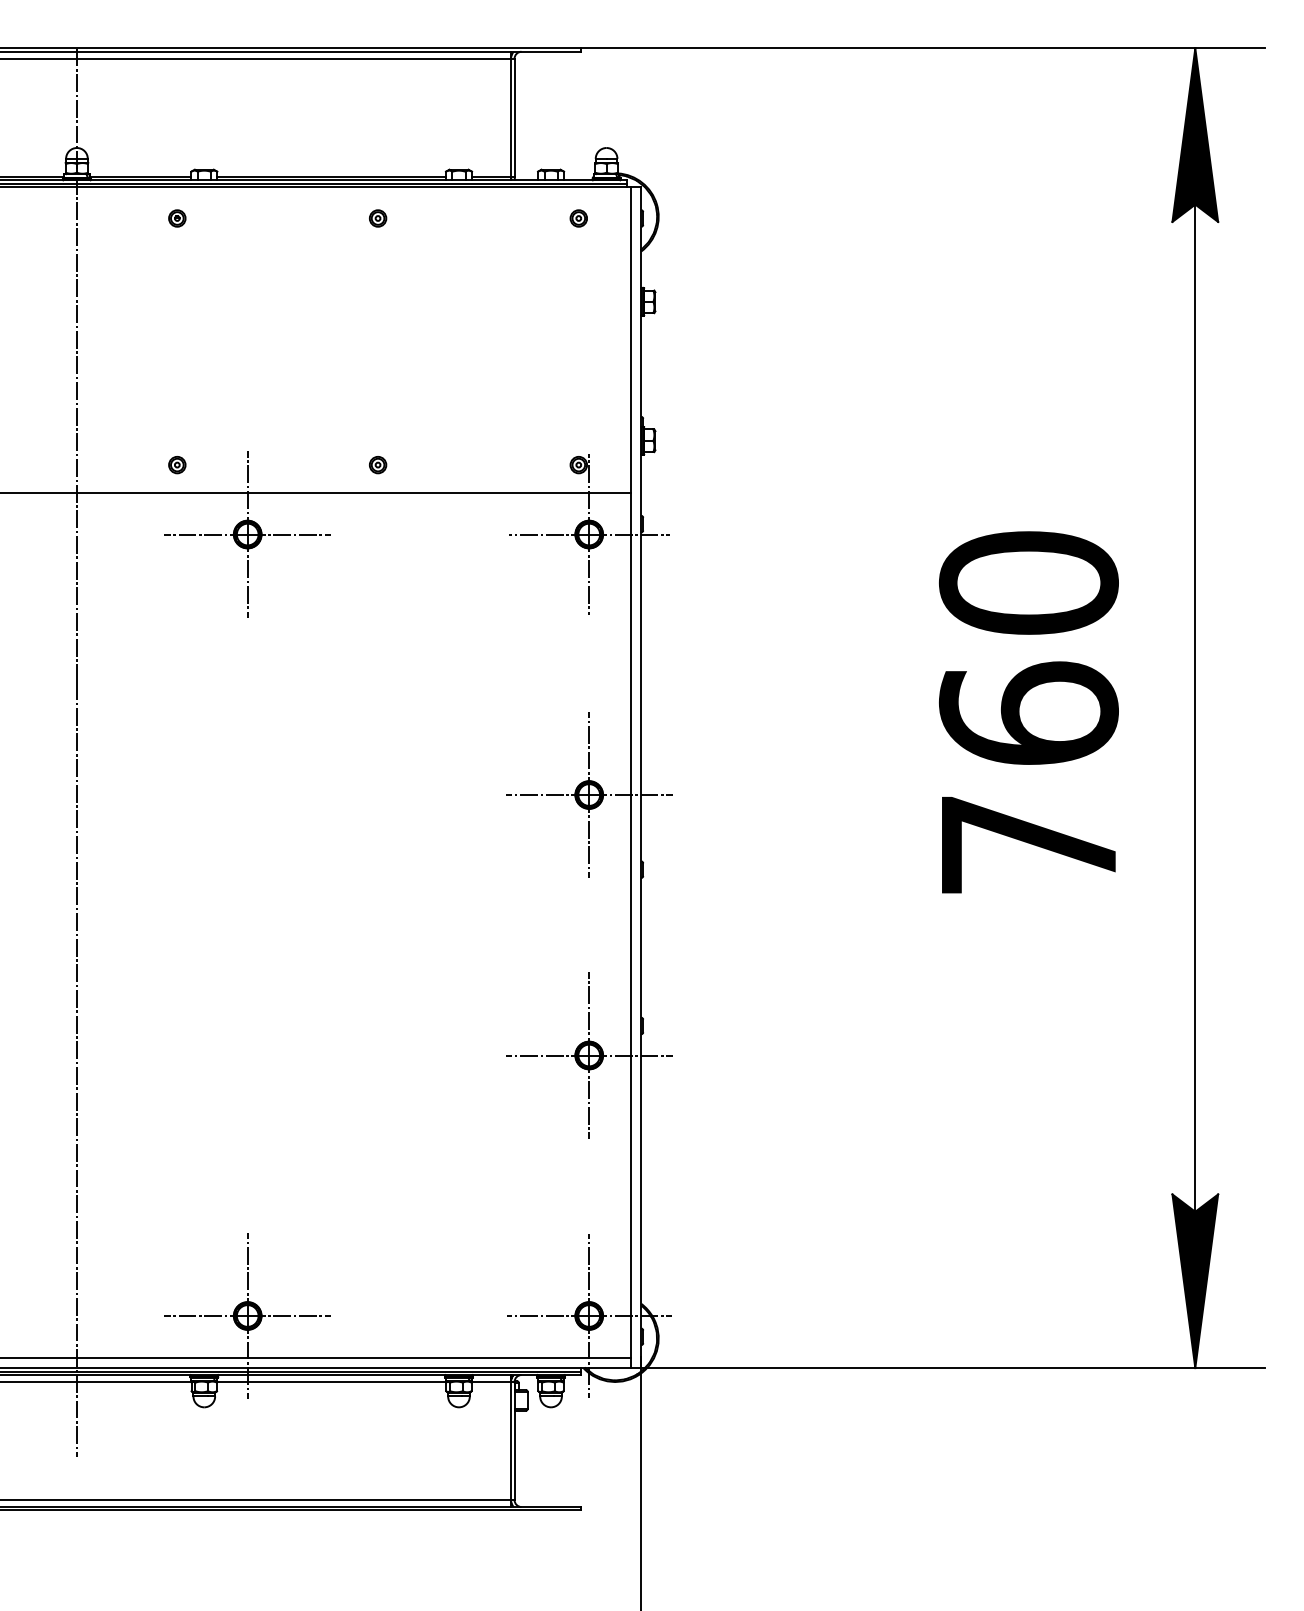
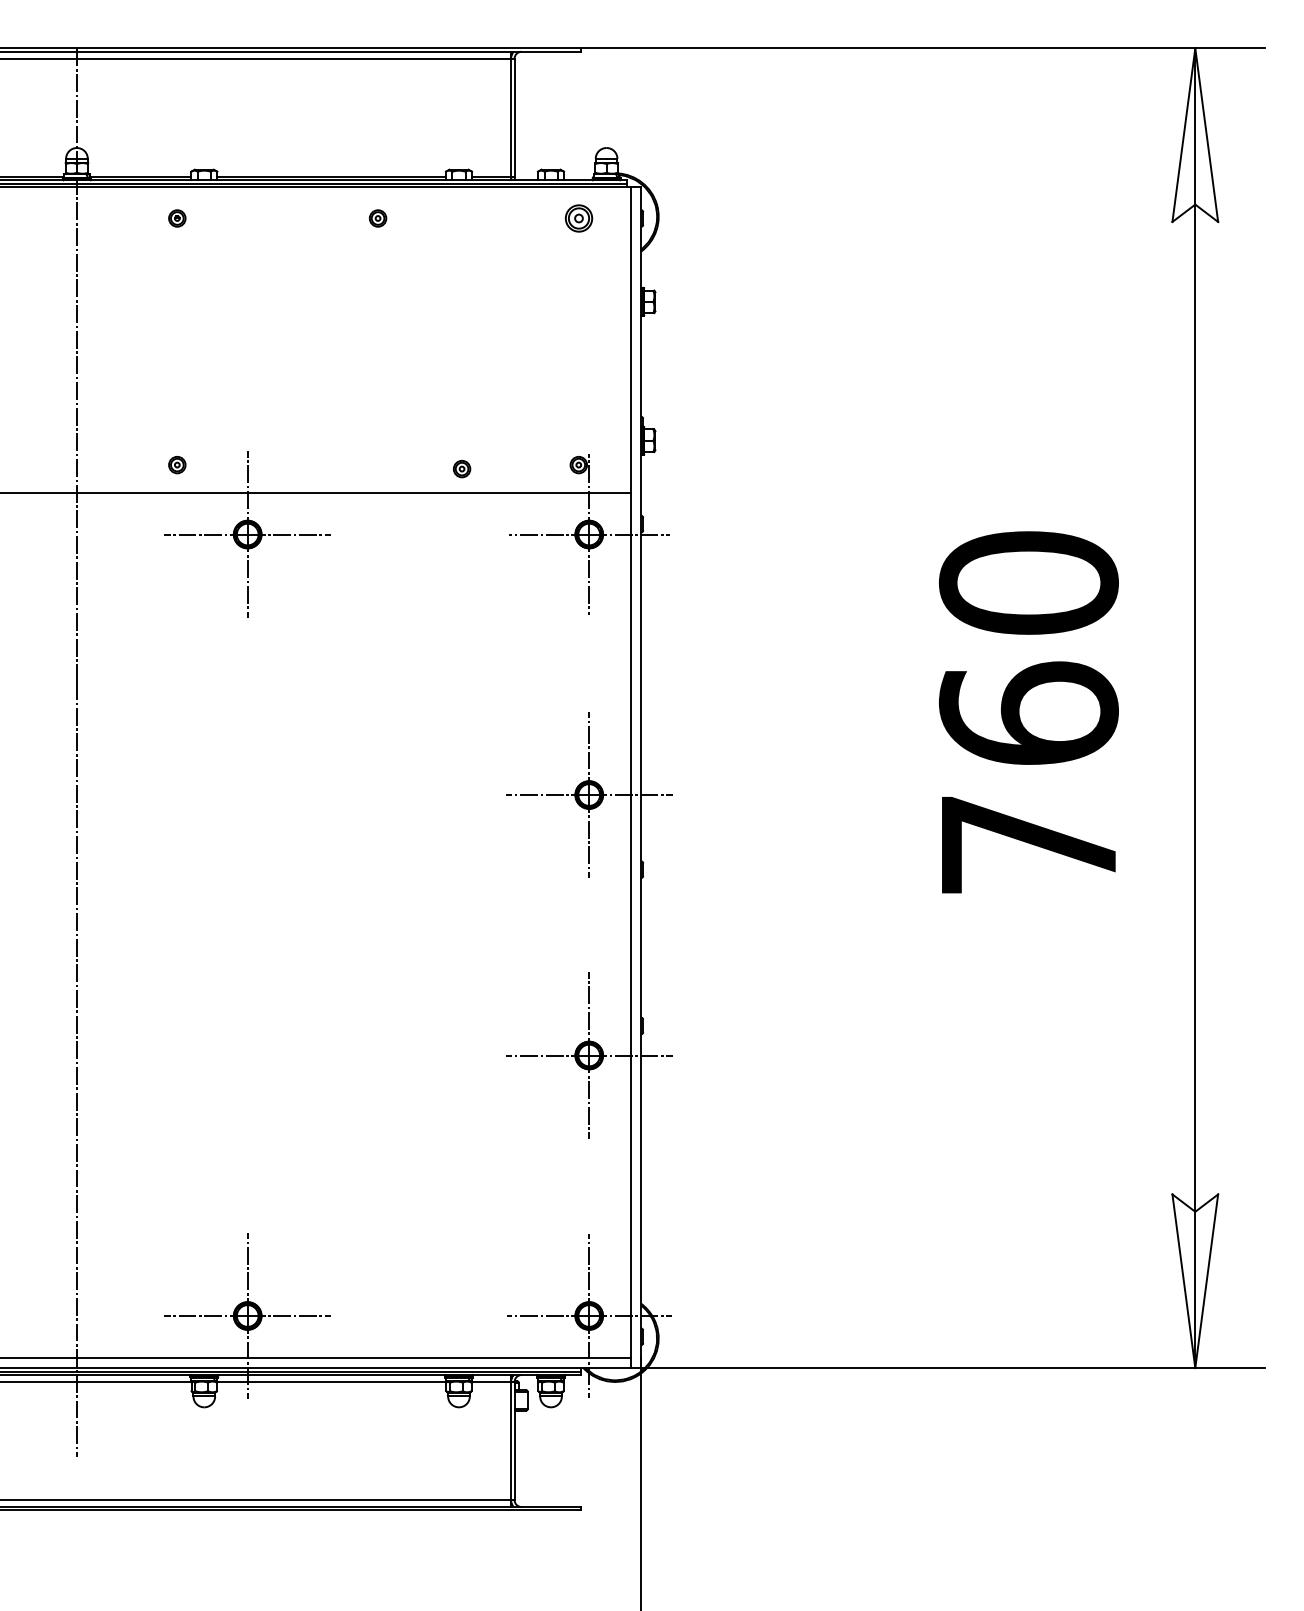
fill at (1195, 134): present -> none
part at (578, 218) size: 19x19 px -> 30x29 px
part at (378, 465) position: (378, 465) -> (462, 469)
fill at (1195, 1281): present -> none
